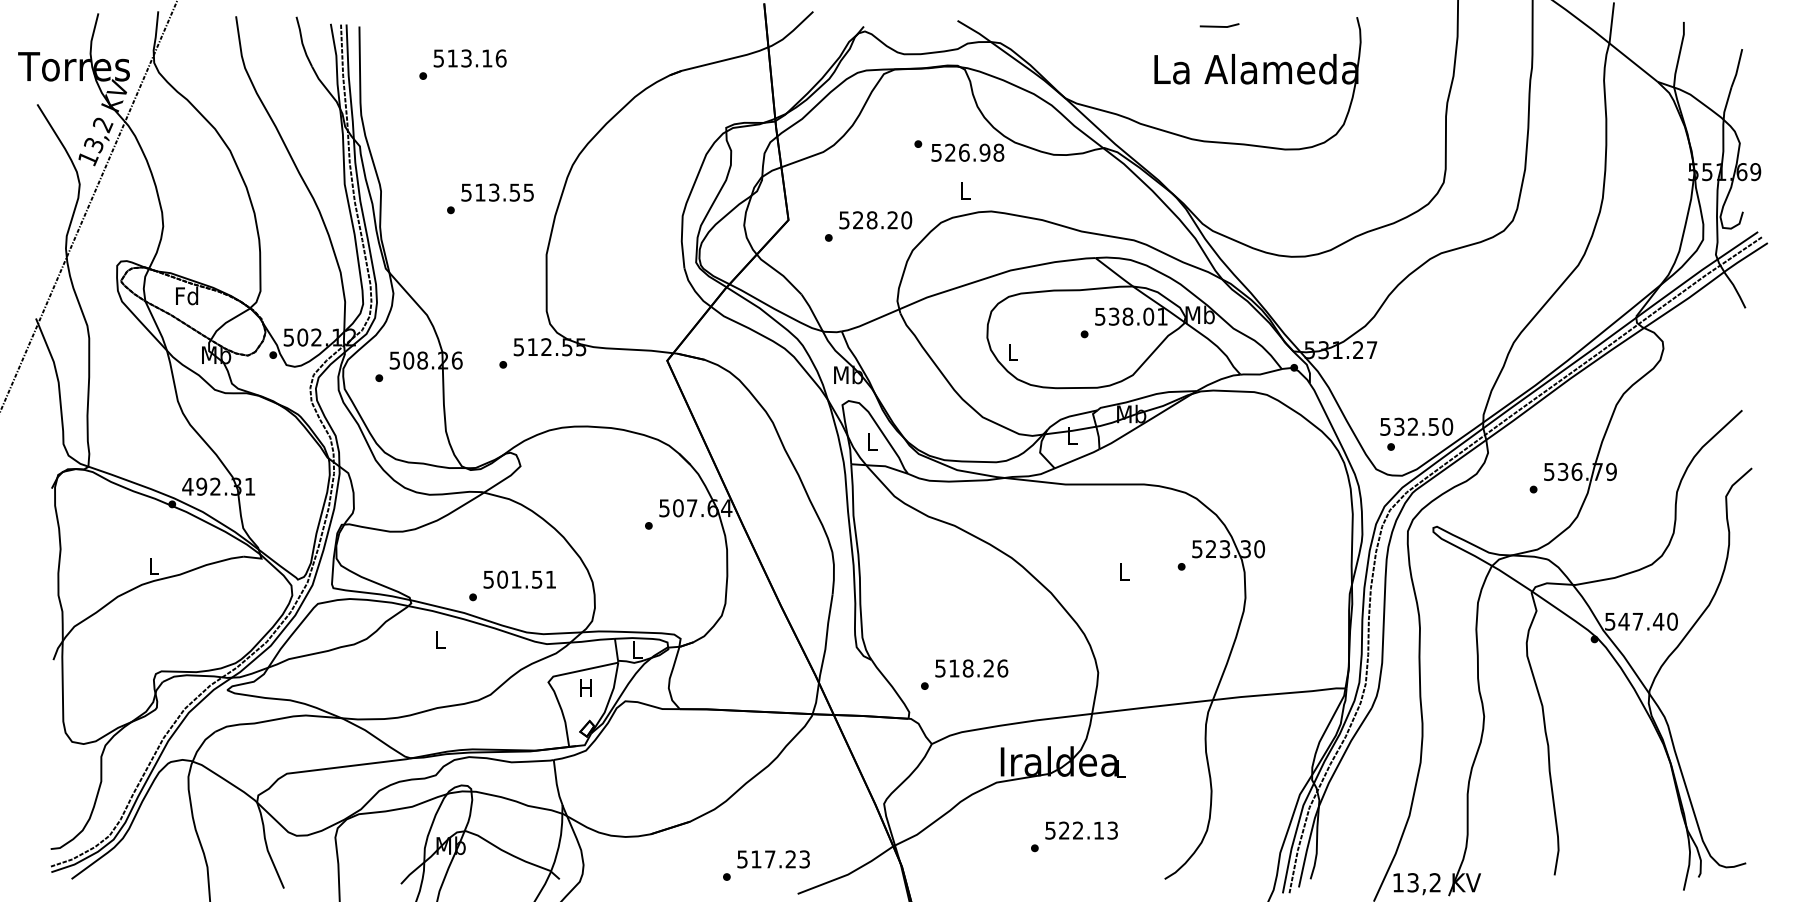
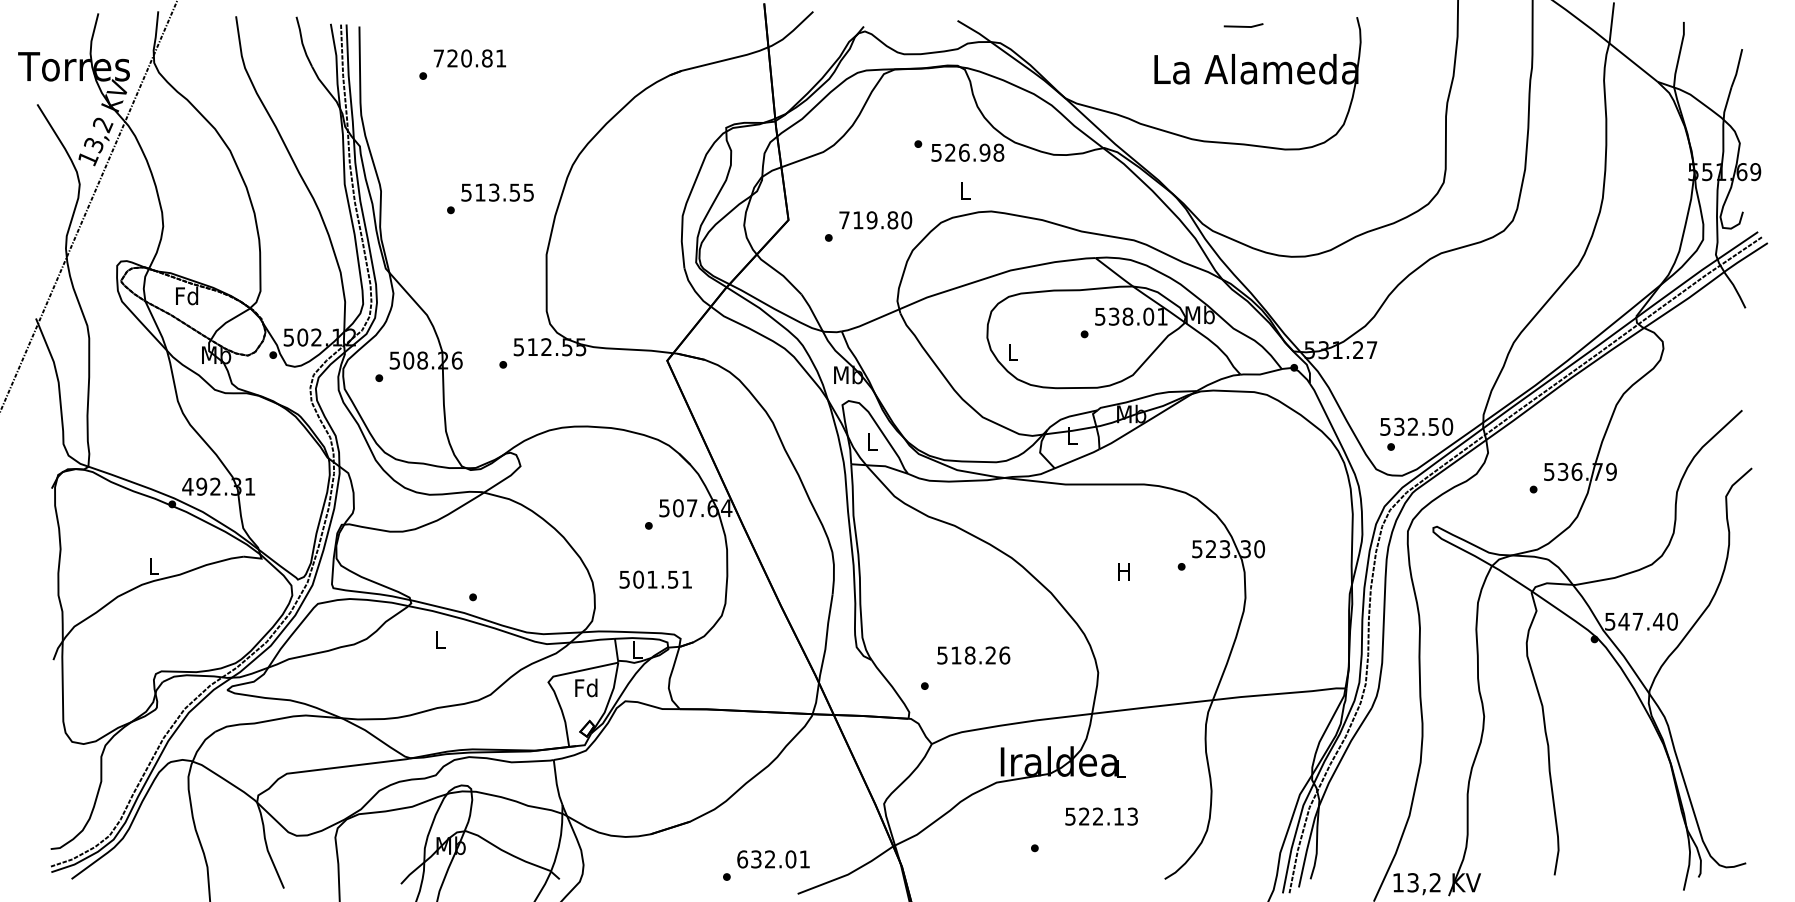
line at (1219, 25) position: (1219, 25) -> (1243, 25)
text at (469, 58): 513.16 -> 720.81
text at (868, 220): 528.20 -> 719.80
text at (1123, 571): L -> H
text at (519, 579) position: (519, 579) -> (655, 579)
text at (971, 668) position: (971, 668) -> (973, 655)
text at (586, 687): H -> Fd
text at (1081, 830) position: (1081, 830) -> (1101, 816)
text at (773, 859): 517.23 -> 632.01
